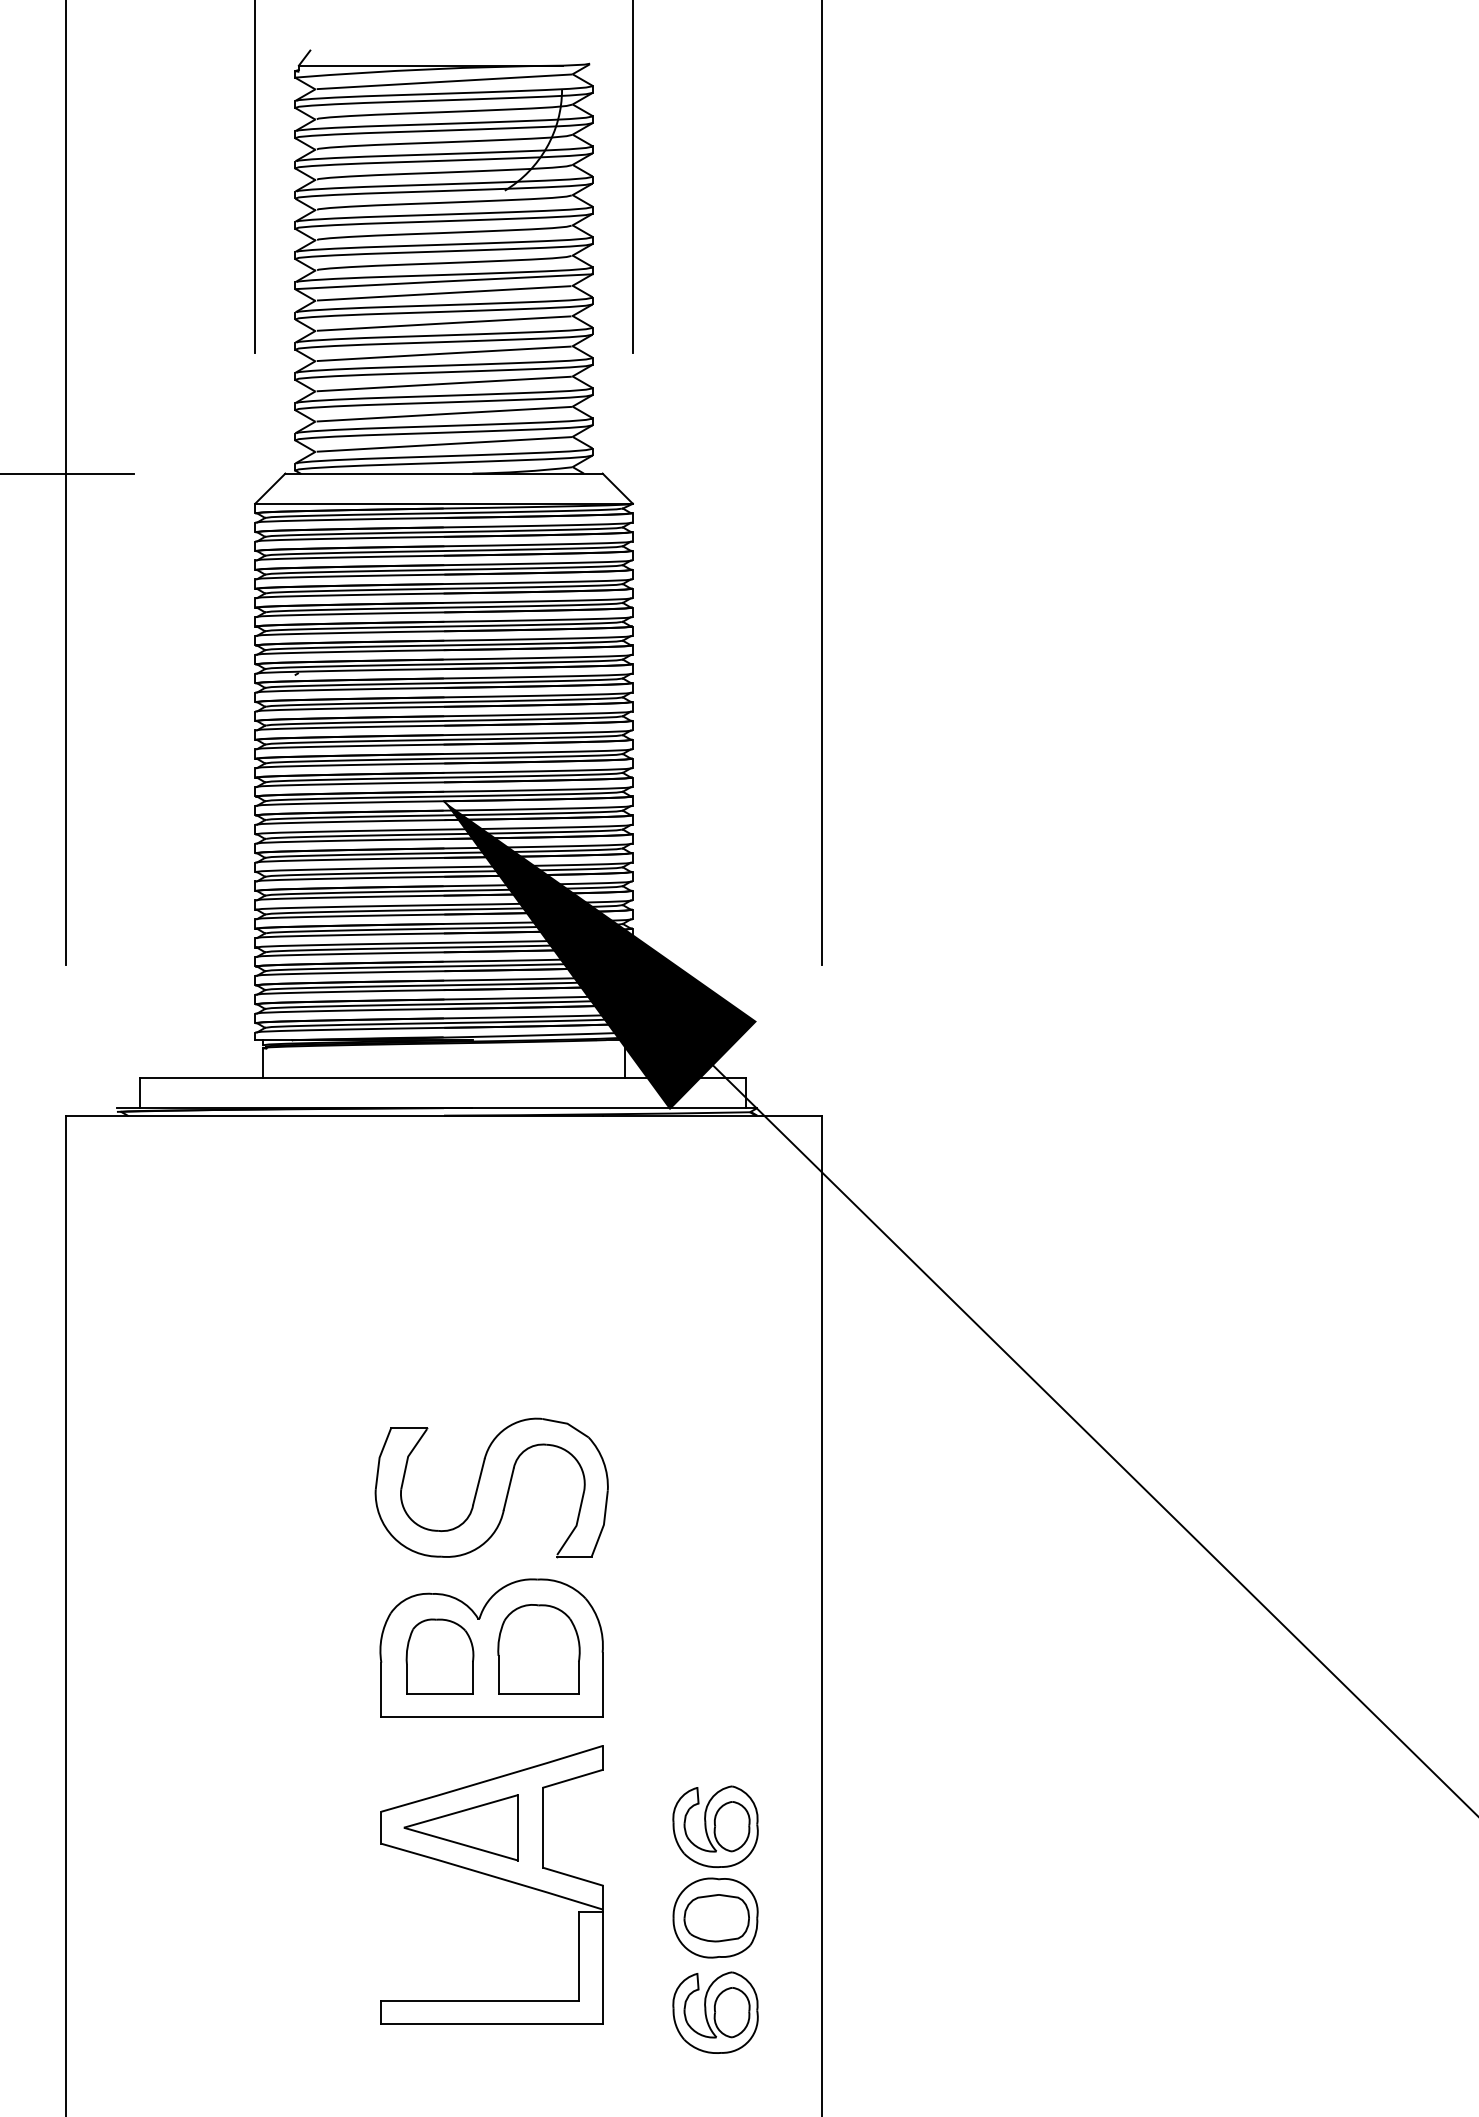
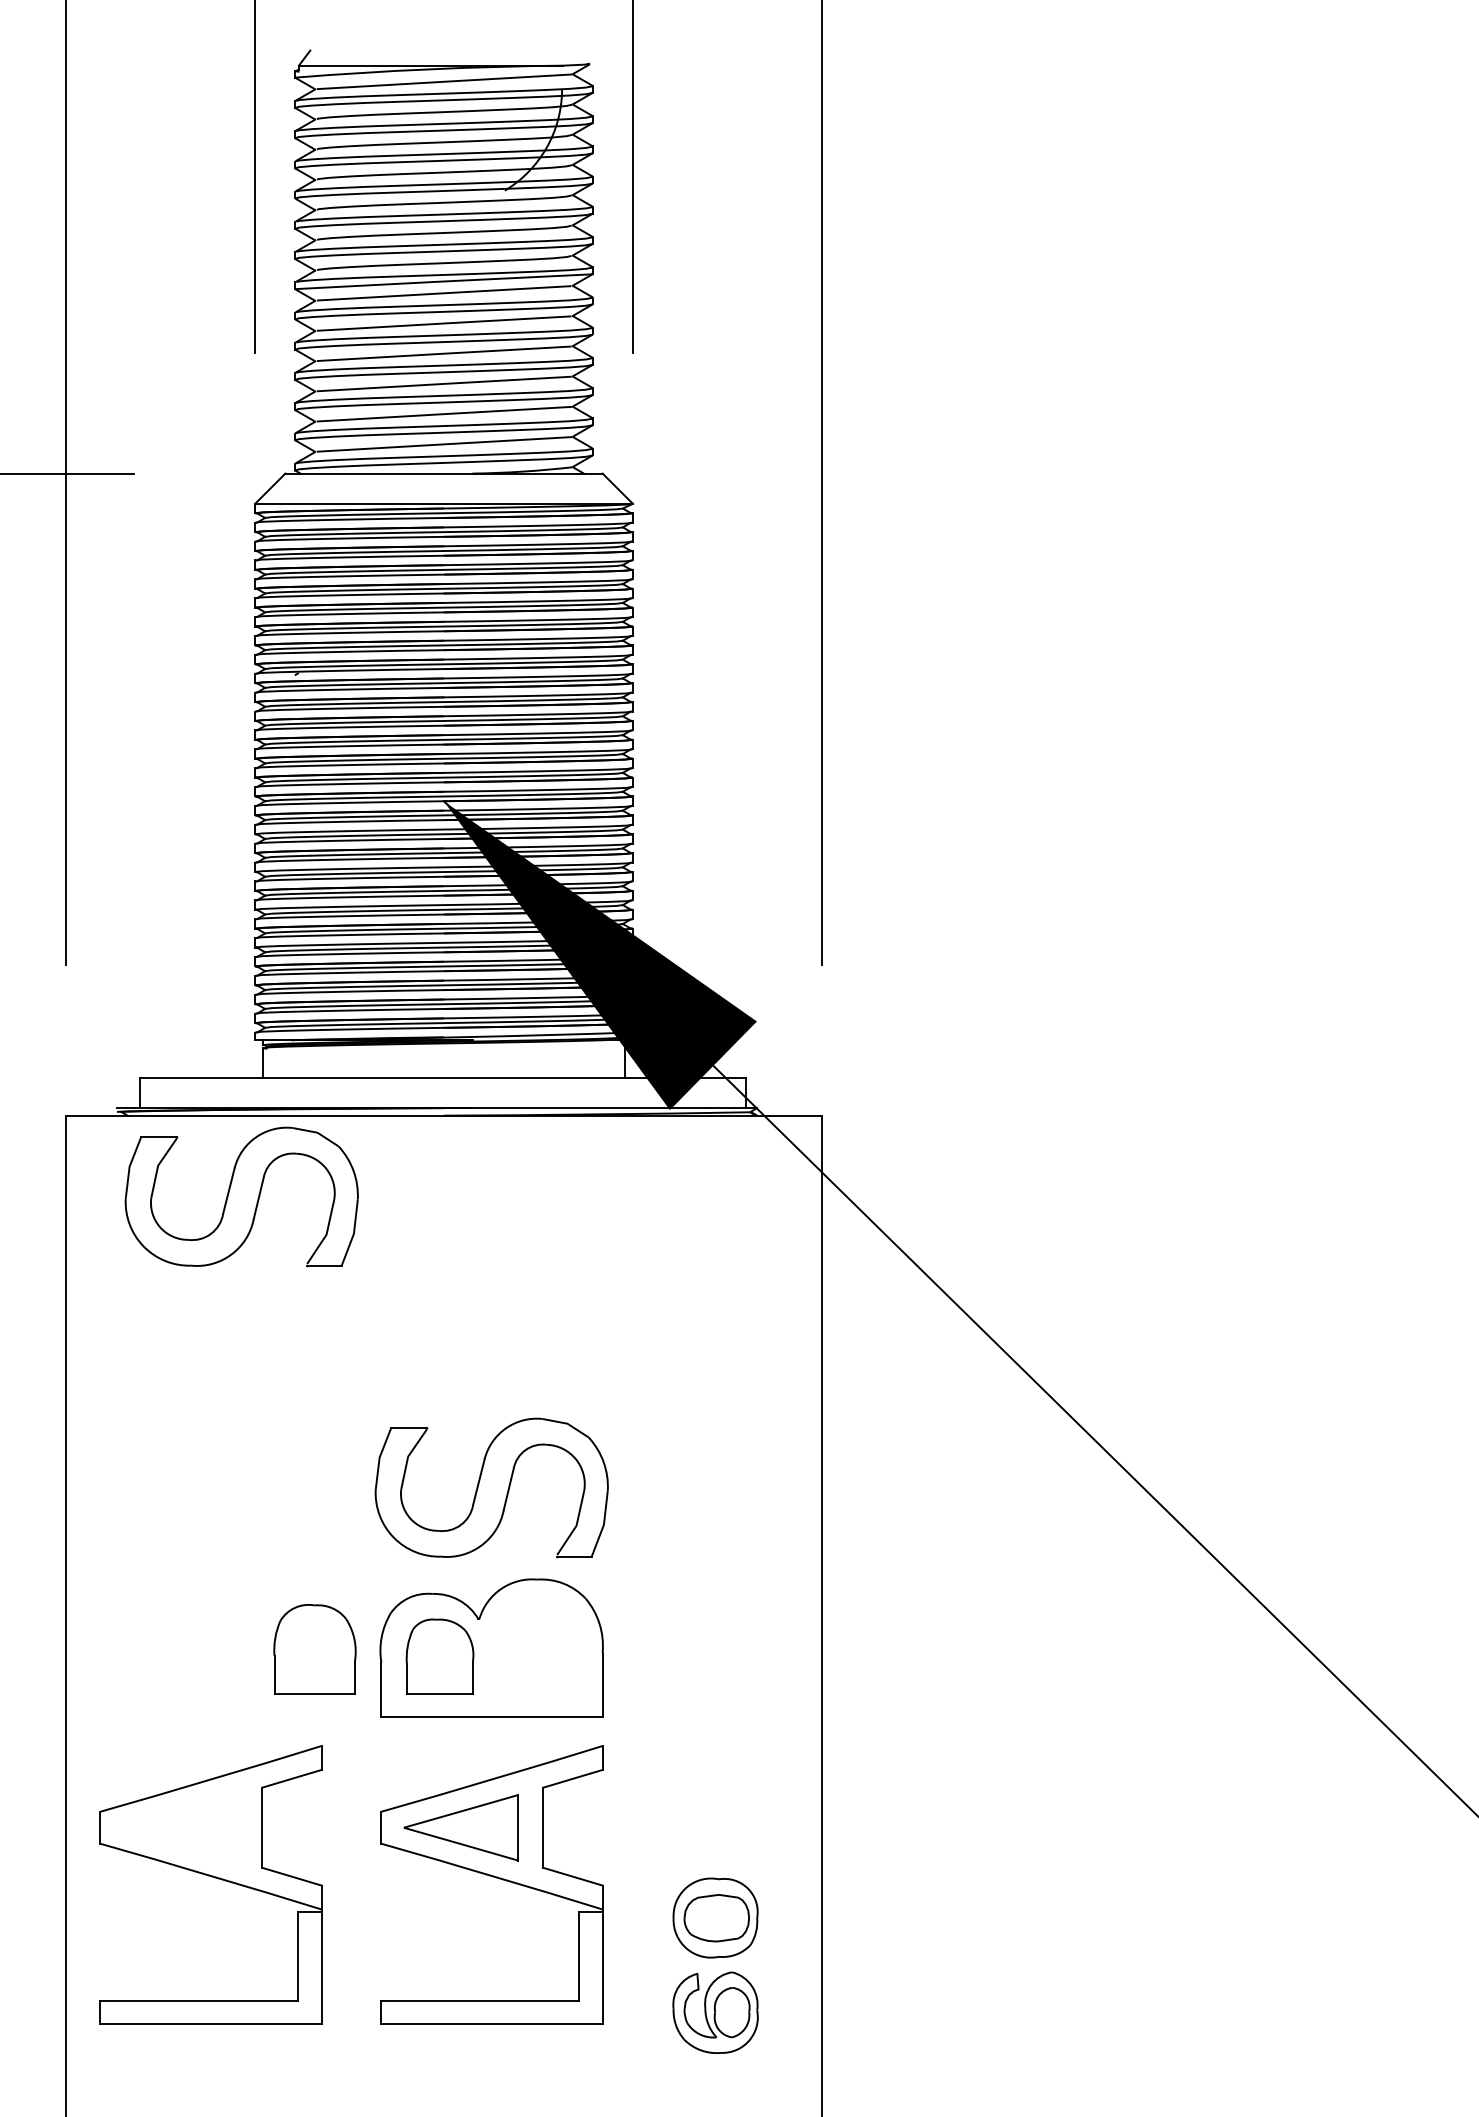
part at (241, 1196): none -> present
part at (538, 1649) position: (538, 1649) -> (314, 1649)
part at (715, 1826): present -> none
part at (211, 1877): none -> present
